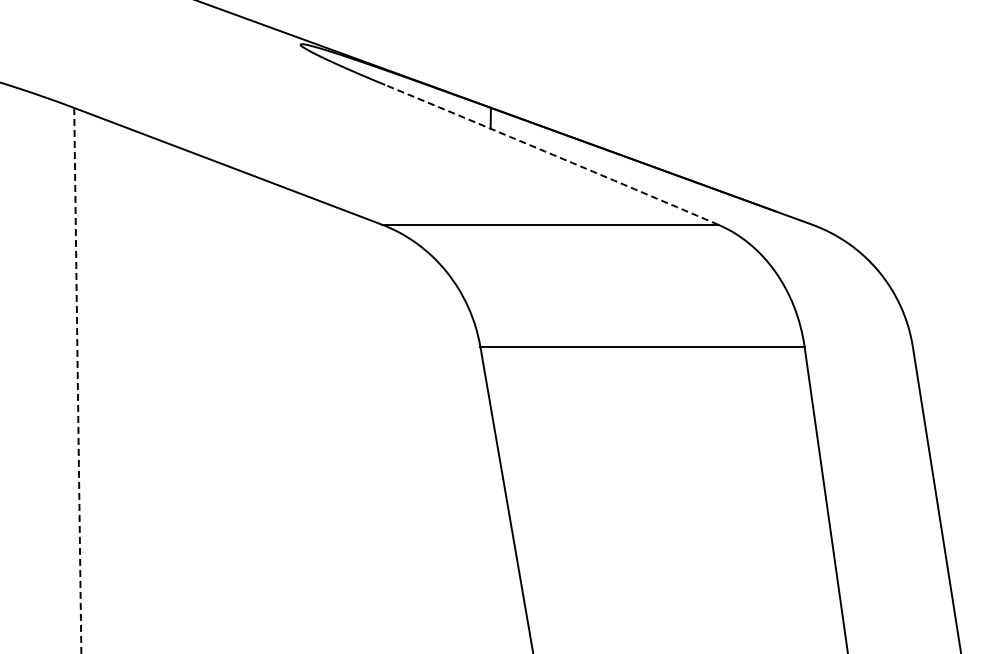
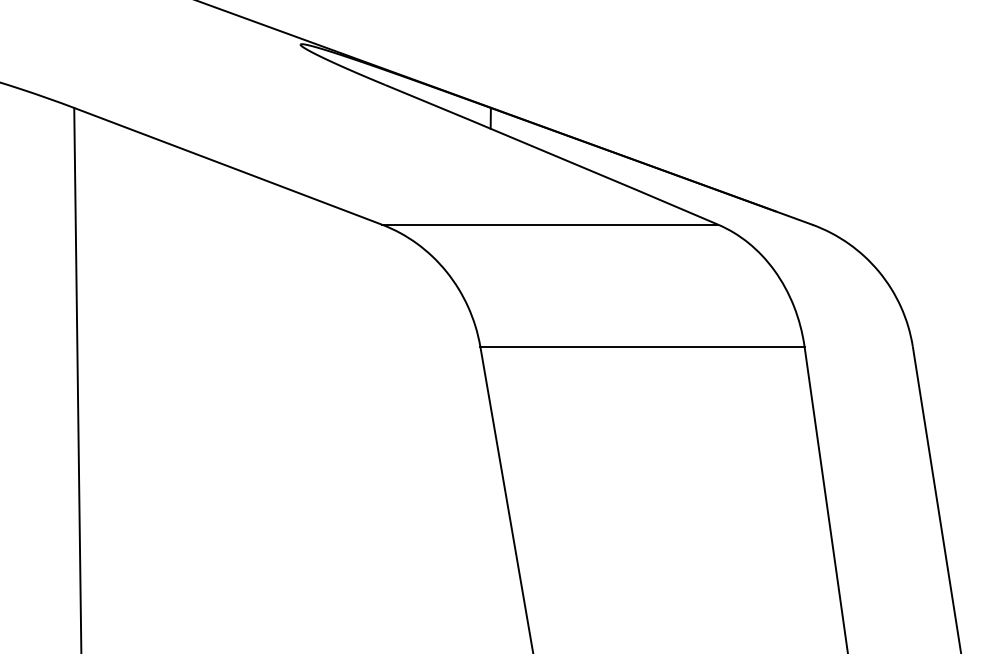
arc at (552, 154): dashed -> solid
line at (77, 380): dashed -> solid
